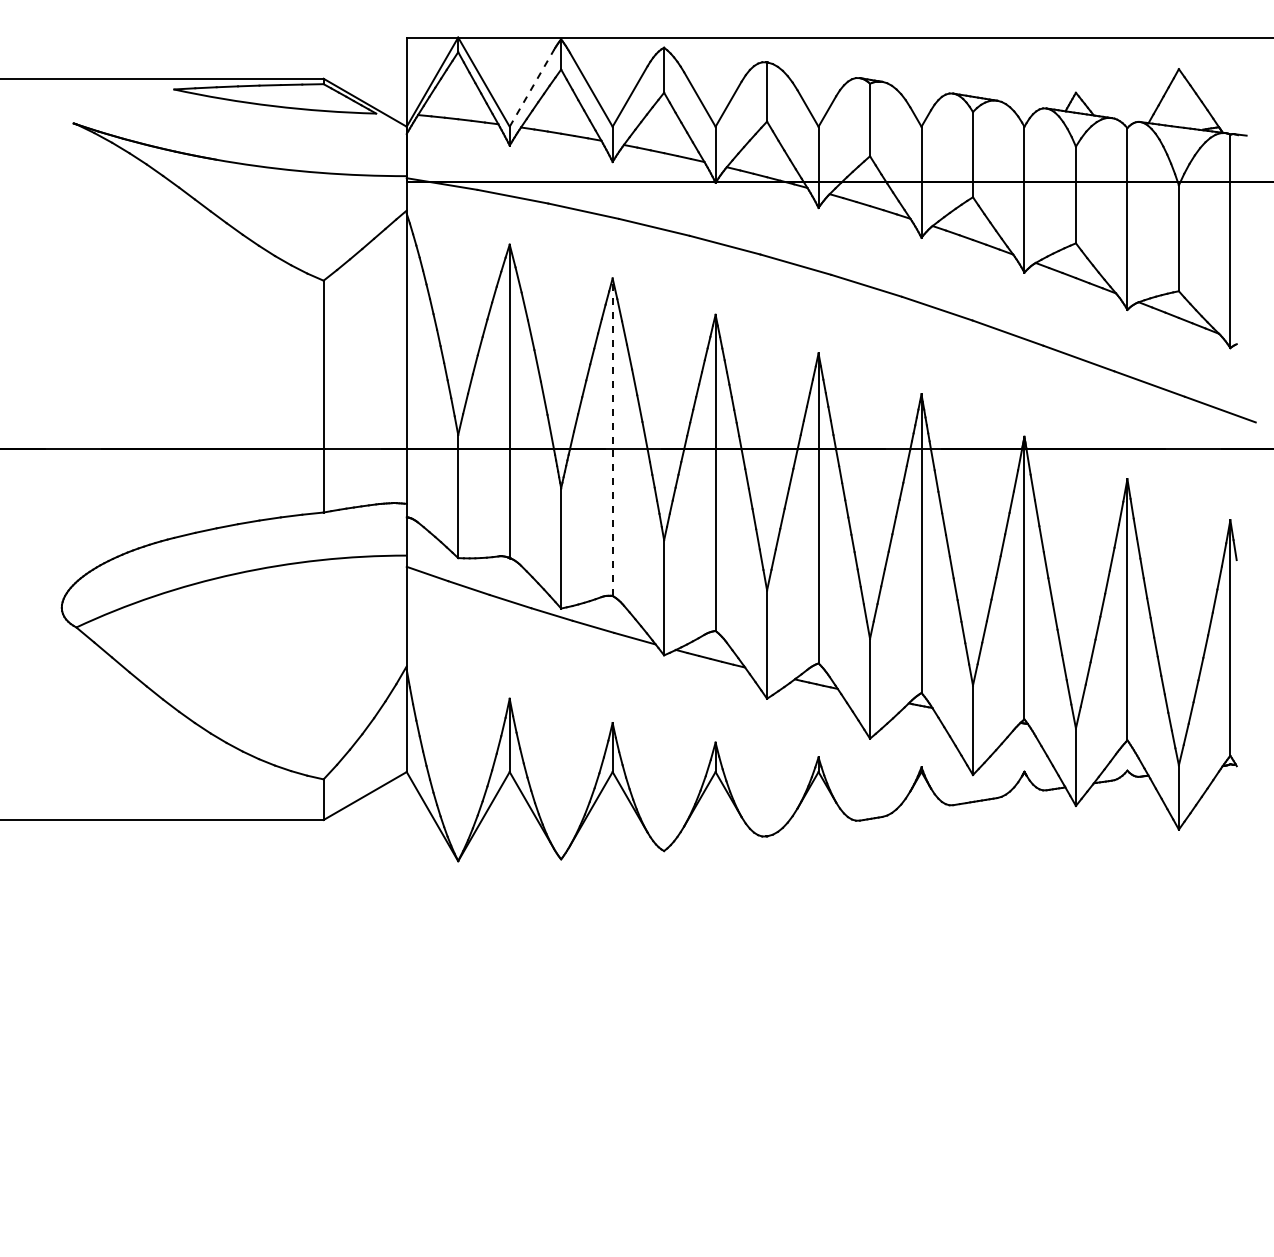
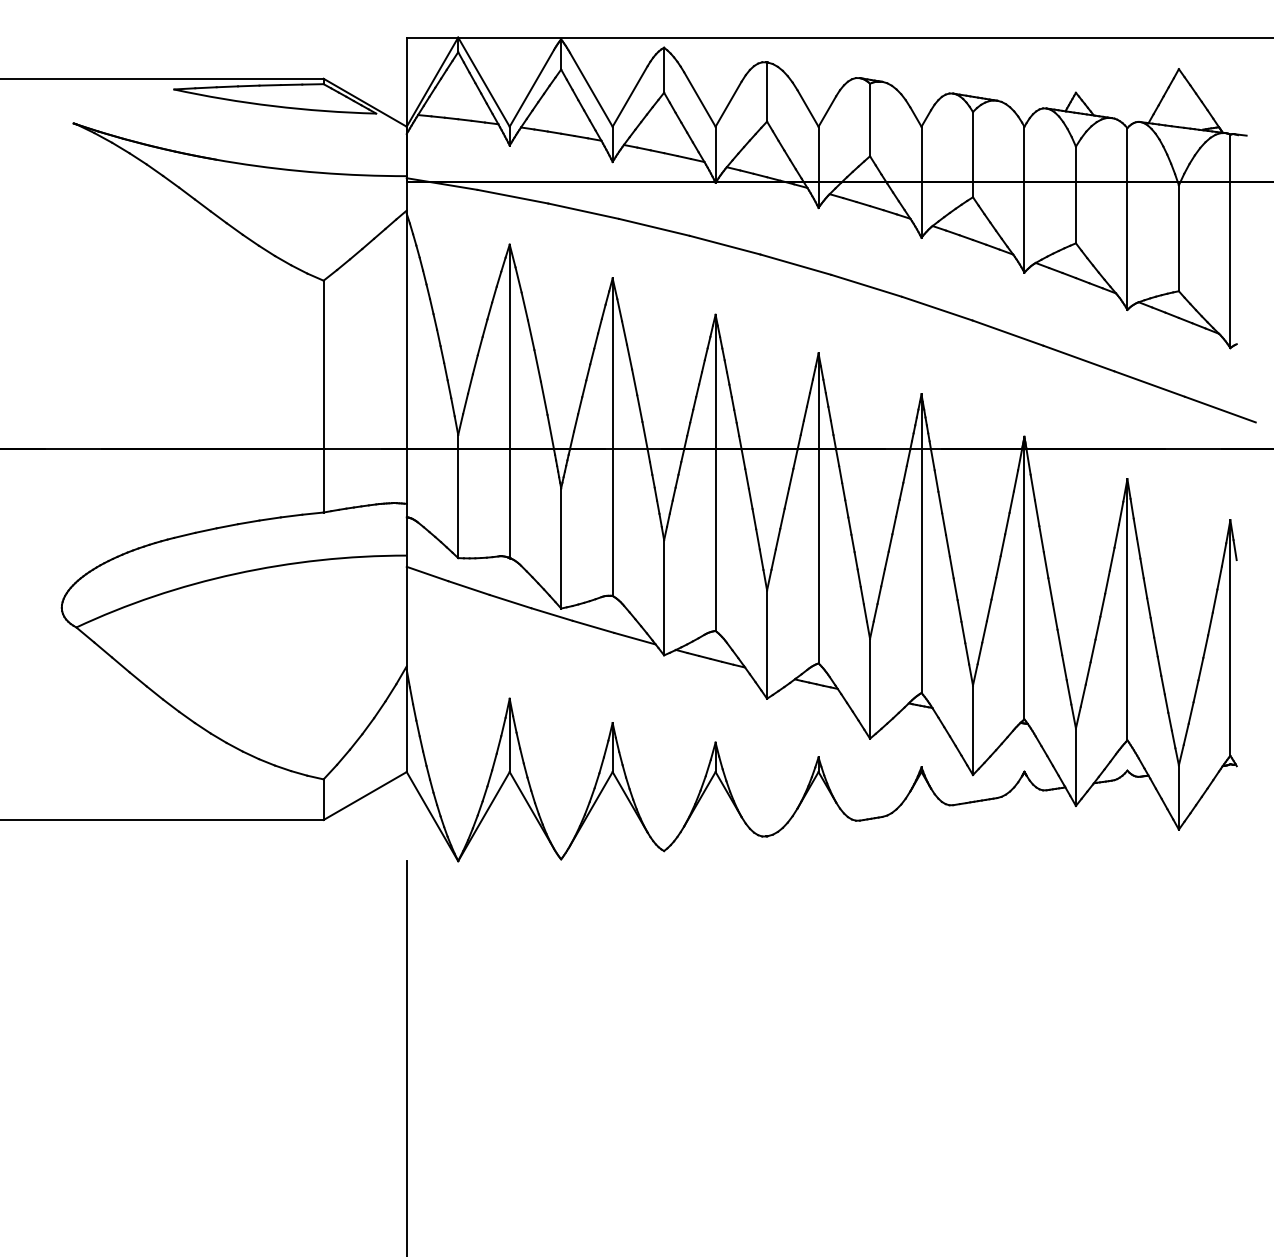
line at (532, 87): dashed -> solid
line at (612, 437): dashed -> solid
line at (406, 1057): none -> present
